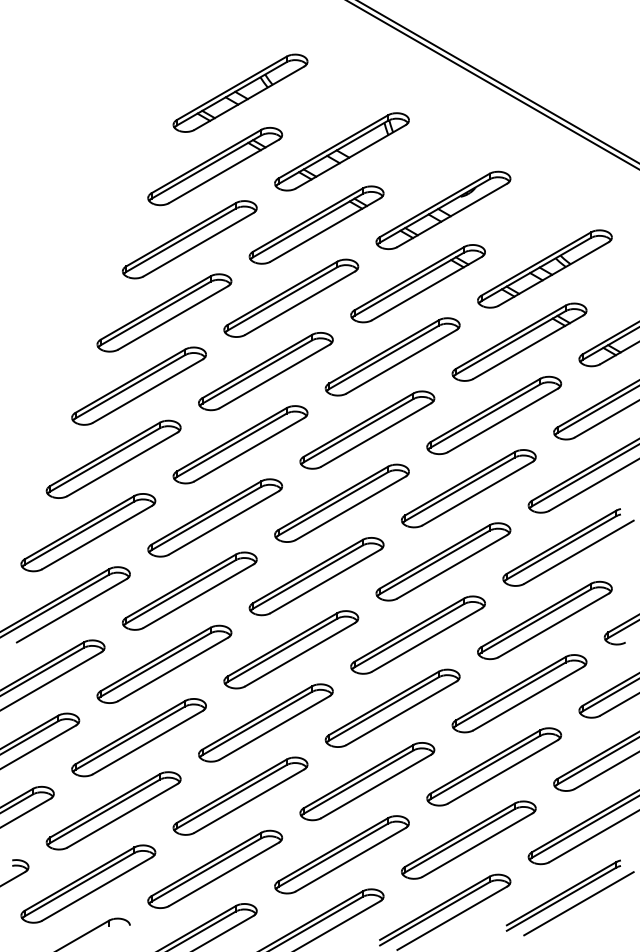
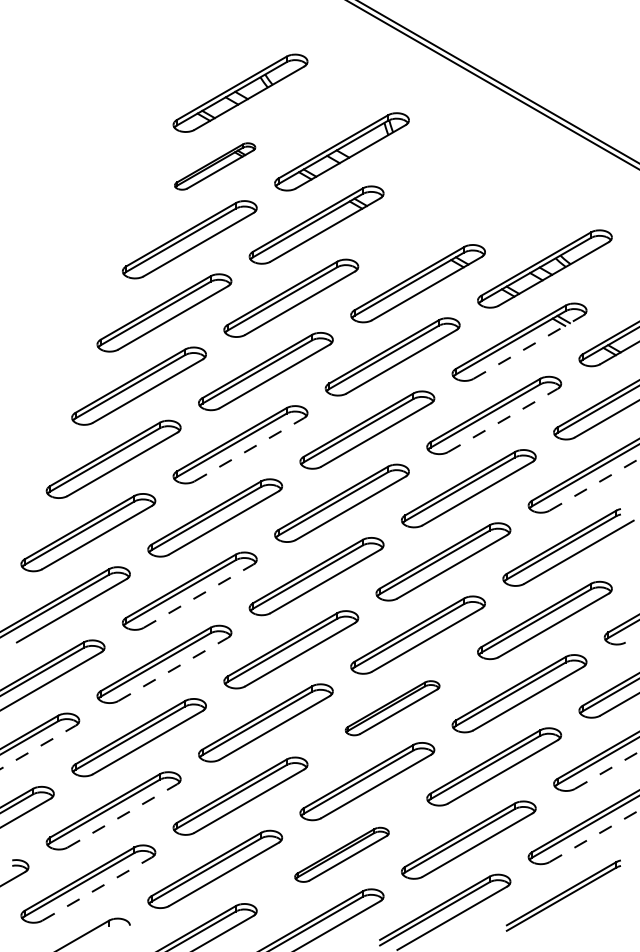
part at (214, 166) size: 136x81 px -> 83x49 px
part at (443, 209): present -> none
line at (528, 347): solid -> dashed
line at (503, 420): solid -> dashed
line at (249, 449): solid -> dashed
line at (594, 484): solid -> dashed
line at (198, 595): solid -> dashed
line at (173, 669): solid -> dashed
part at (392, 707) size: 137x80 px -> 97x57 px
line at (38, 747): solid -> dashed
line at (607, 769): solid -> dashed
line at (122, 815): solid -> dashed
line at (594, 836): solid -> dashed
part at (341, 854) size: 136x80 px -> 96x57 px
line at (97, 888): solid -> dashed
line at (578, 903): present -> none
